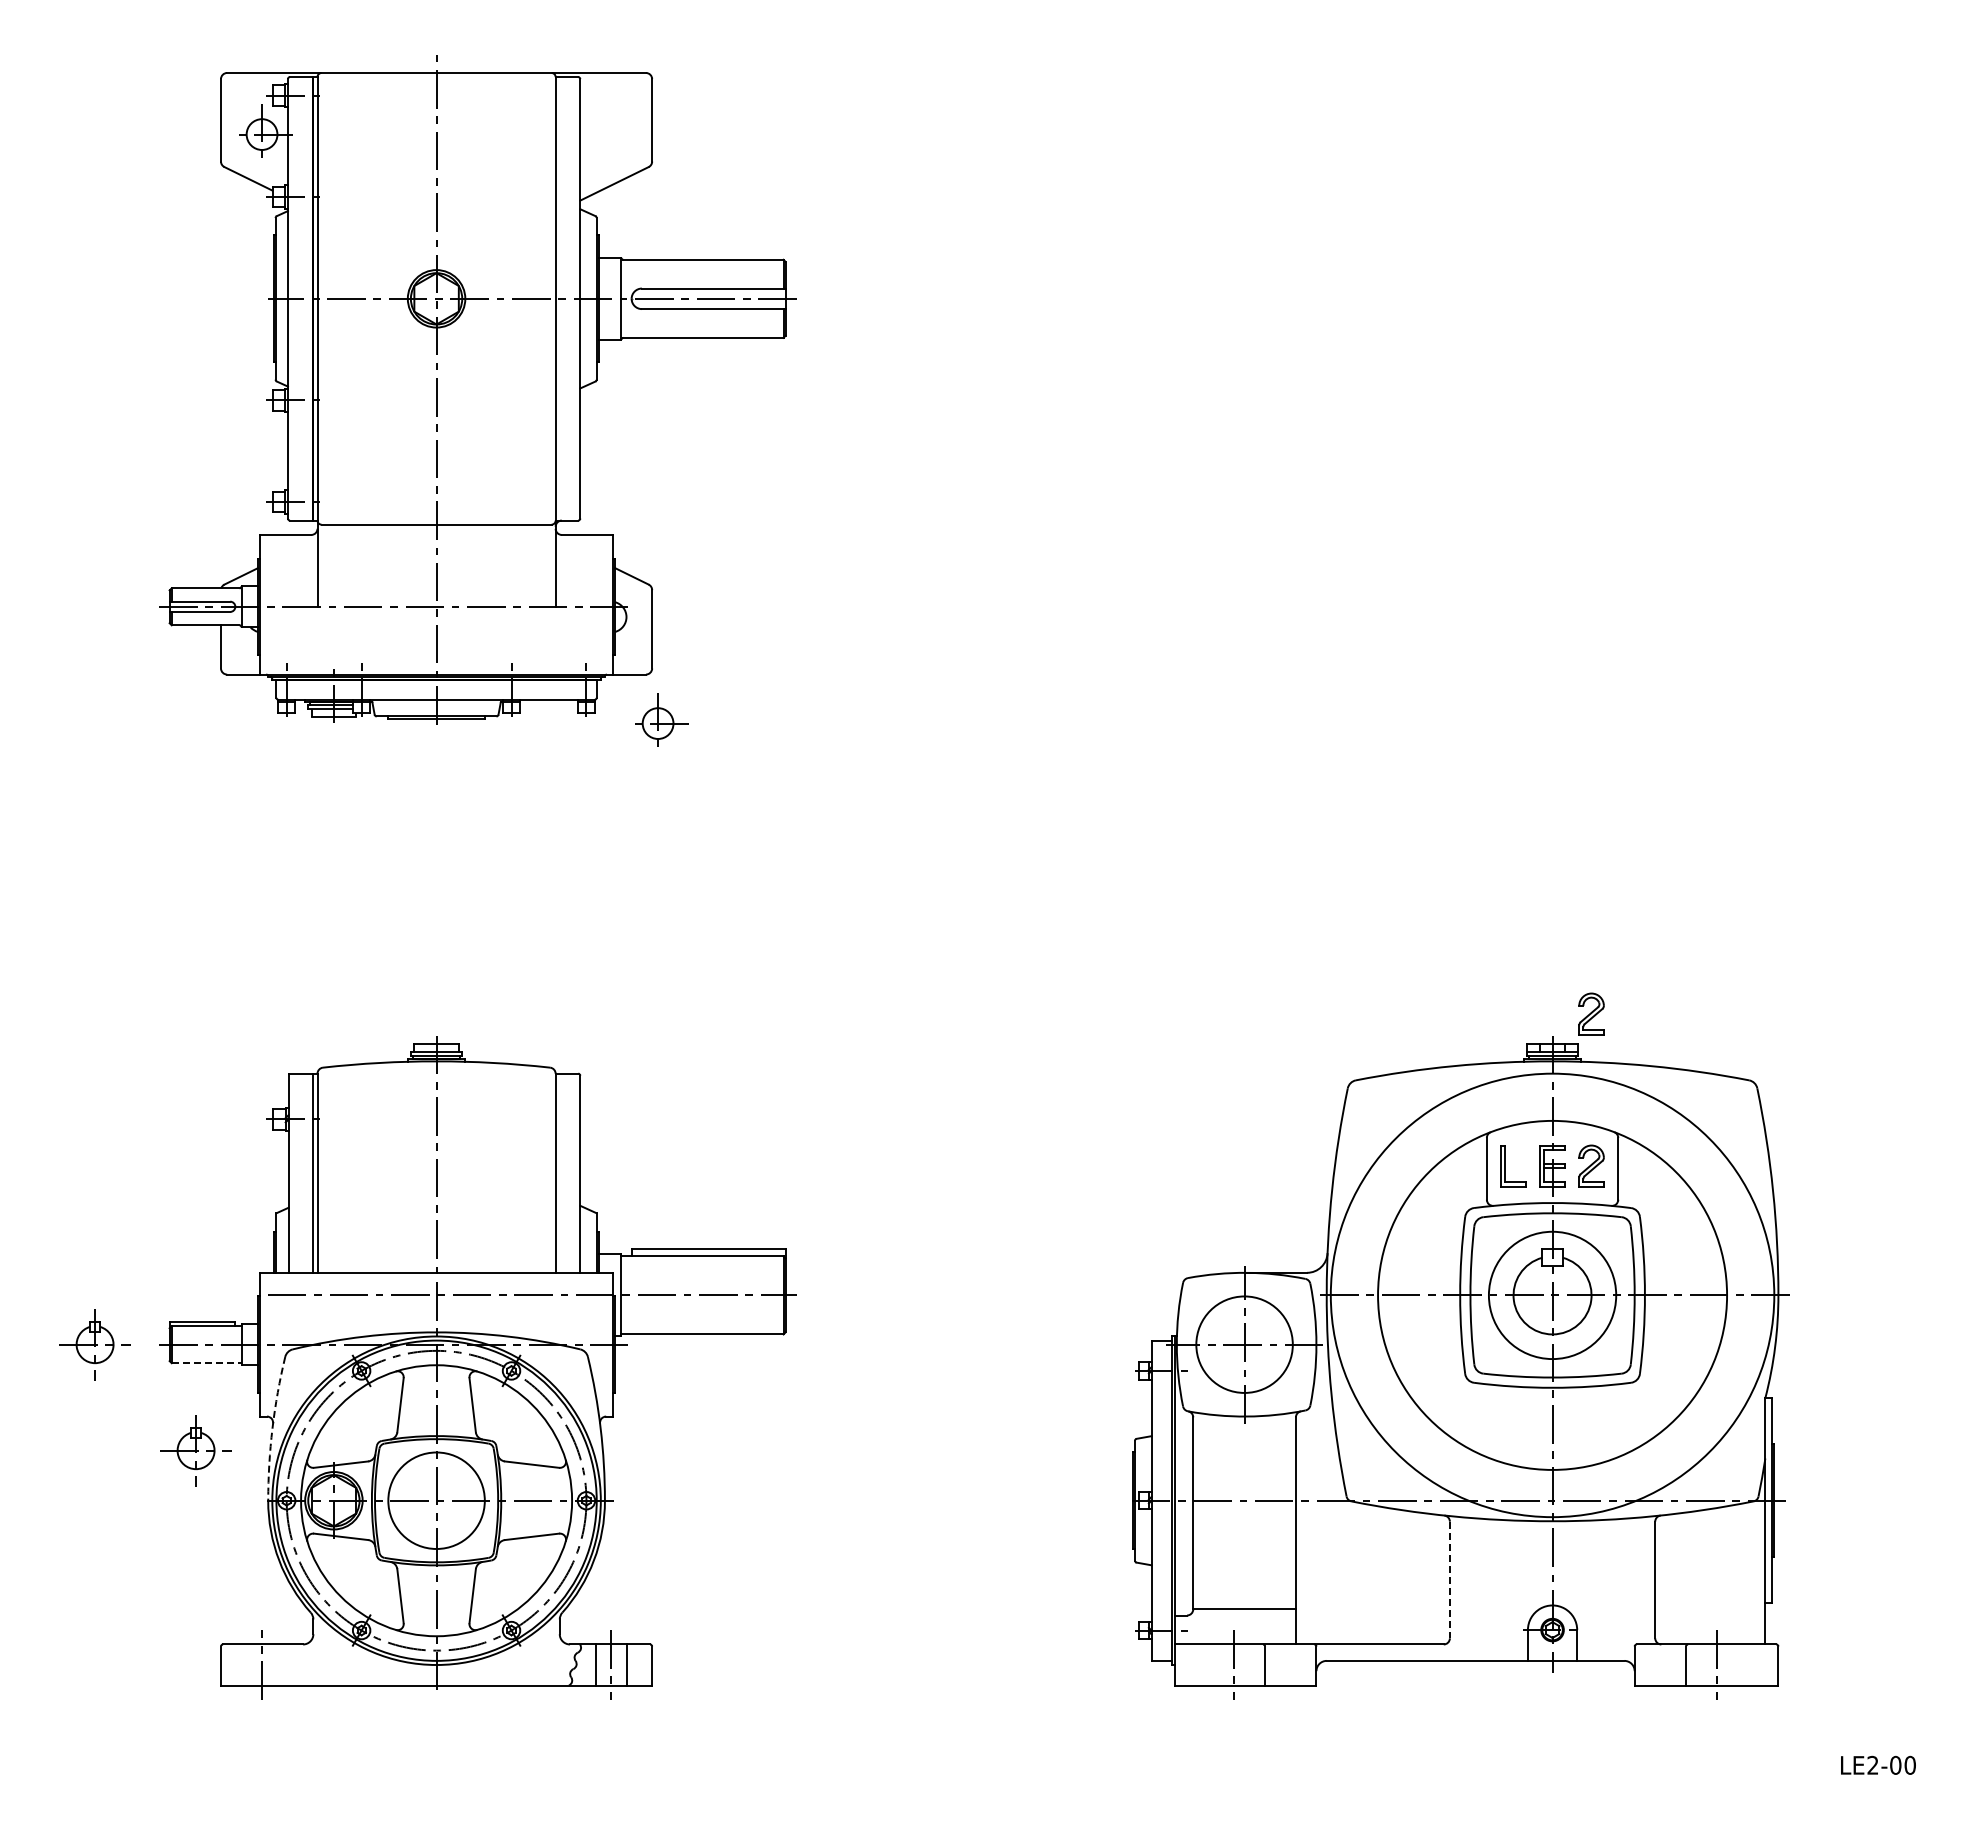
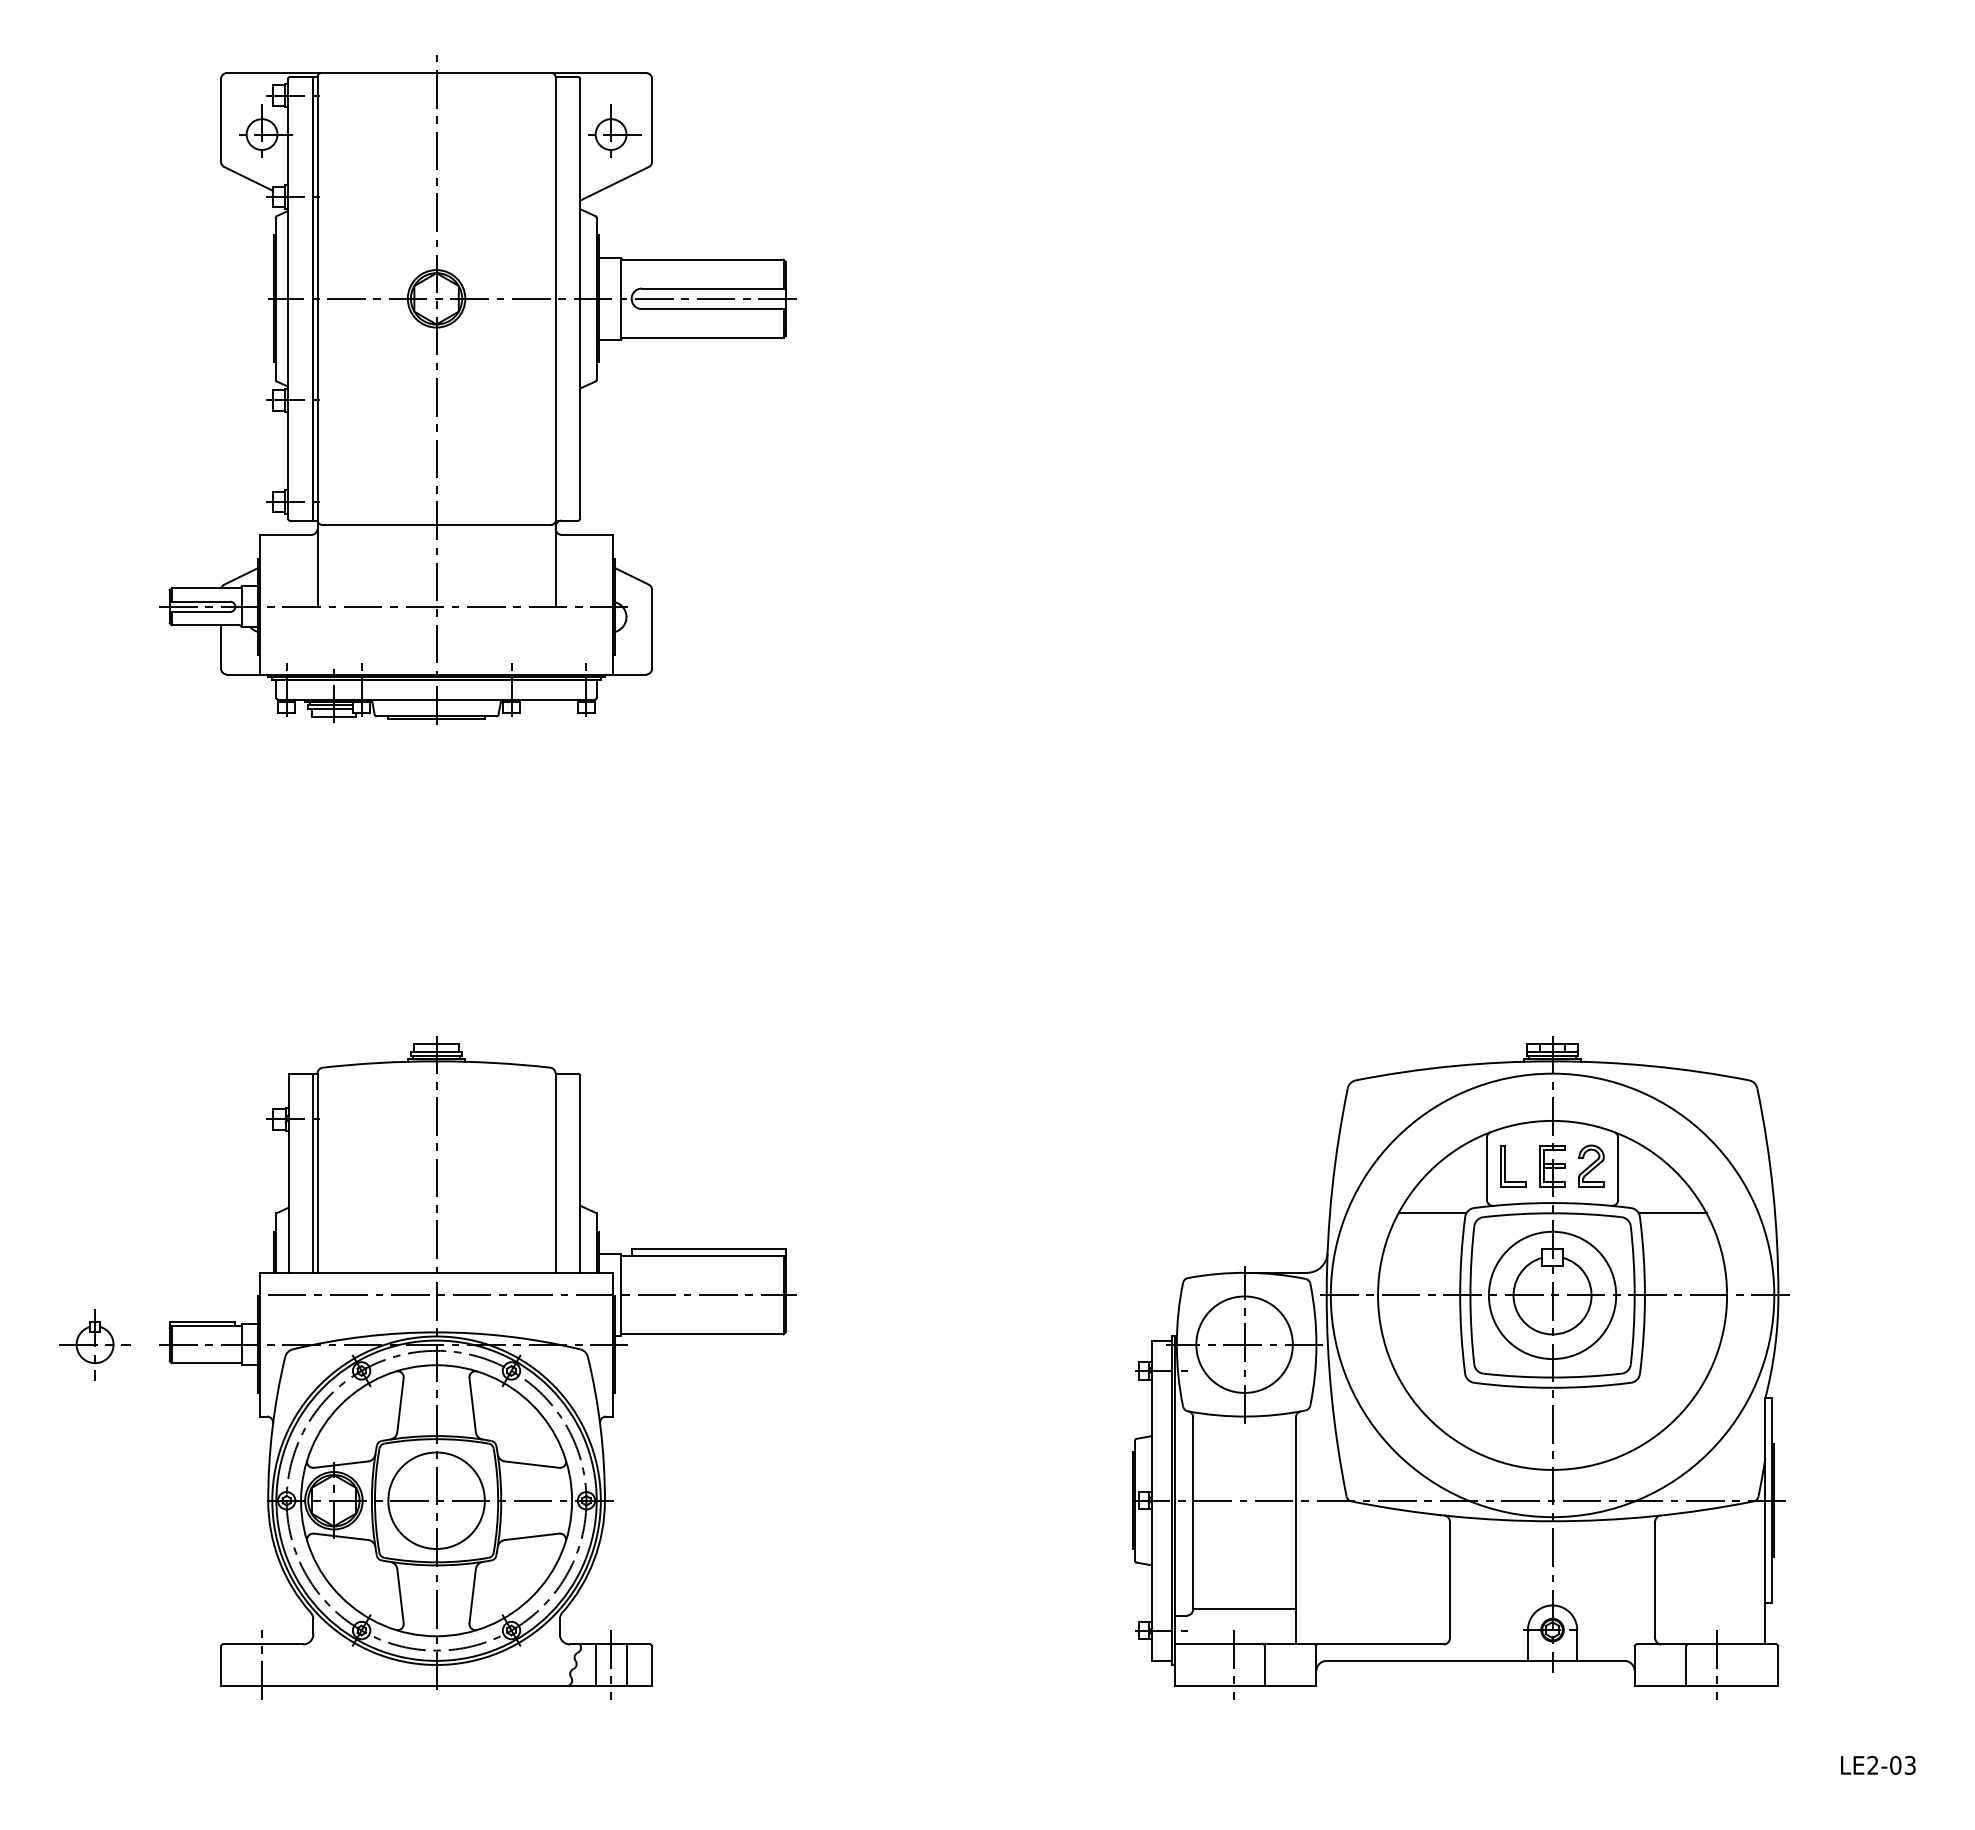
part at (661, 719) position: (661, 719) -> (614, 130)
part at (1591, 1013): present -> none
line at (1431, 1213): none -> present
line at (1672, 1213): none -> present
line at (206, 1363): dashed -> solid
arc at (272, 1428): dashed -> solid
part at (195, 1450): present -> none
line at (1449, 1580): dashed -> solid
text at (1909, 1765): LE2-00 -> LE2-03
